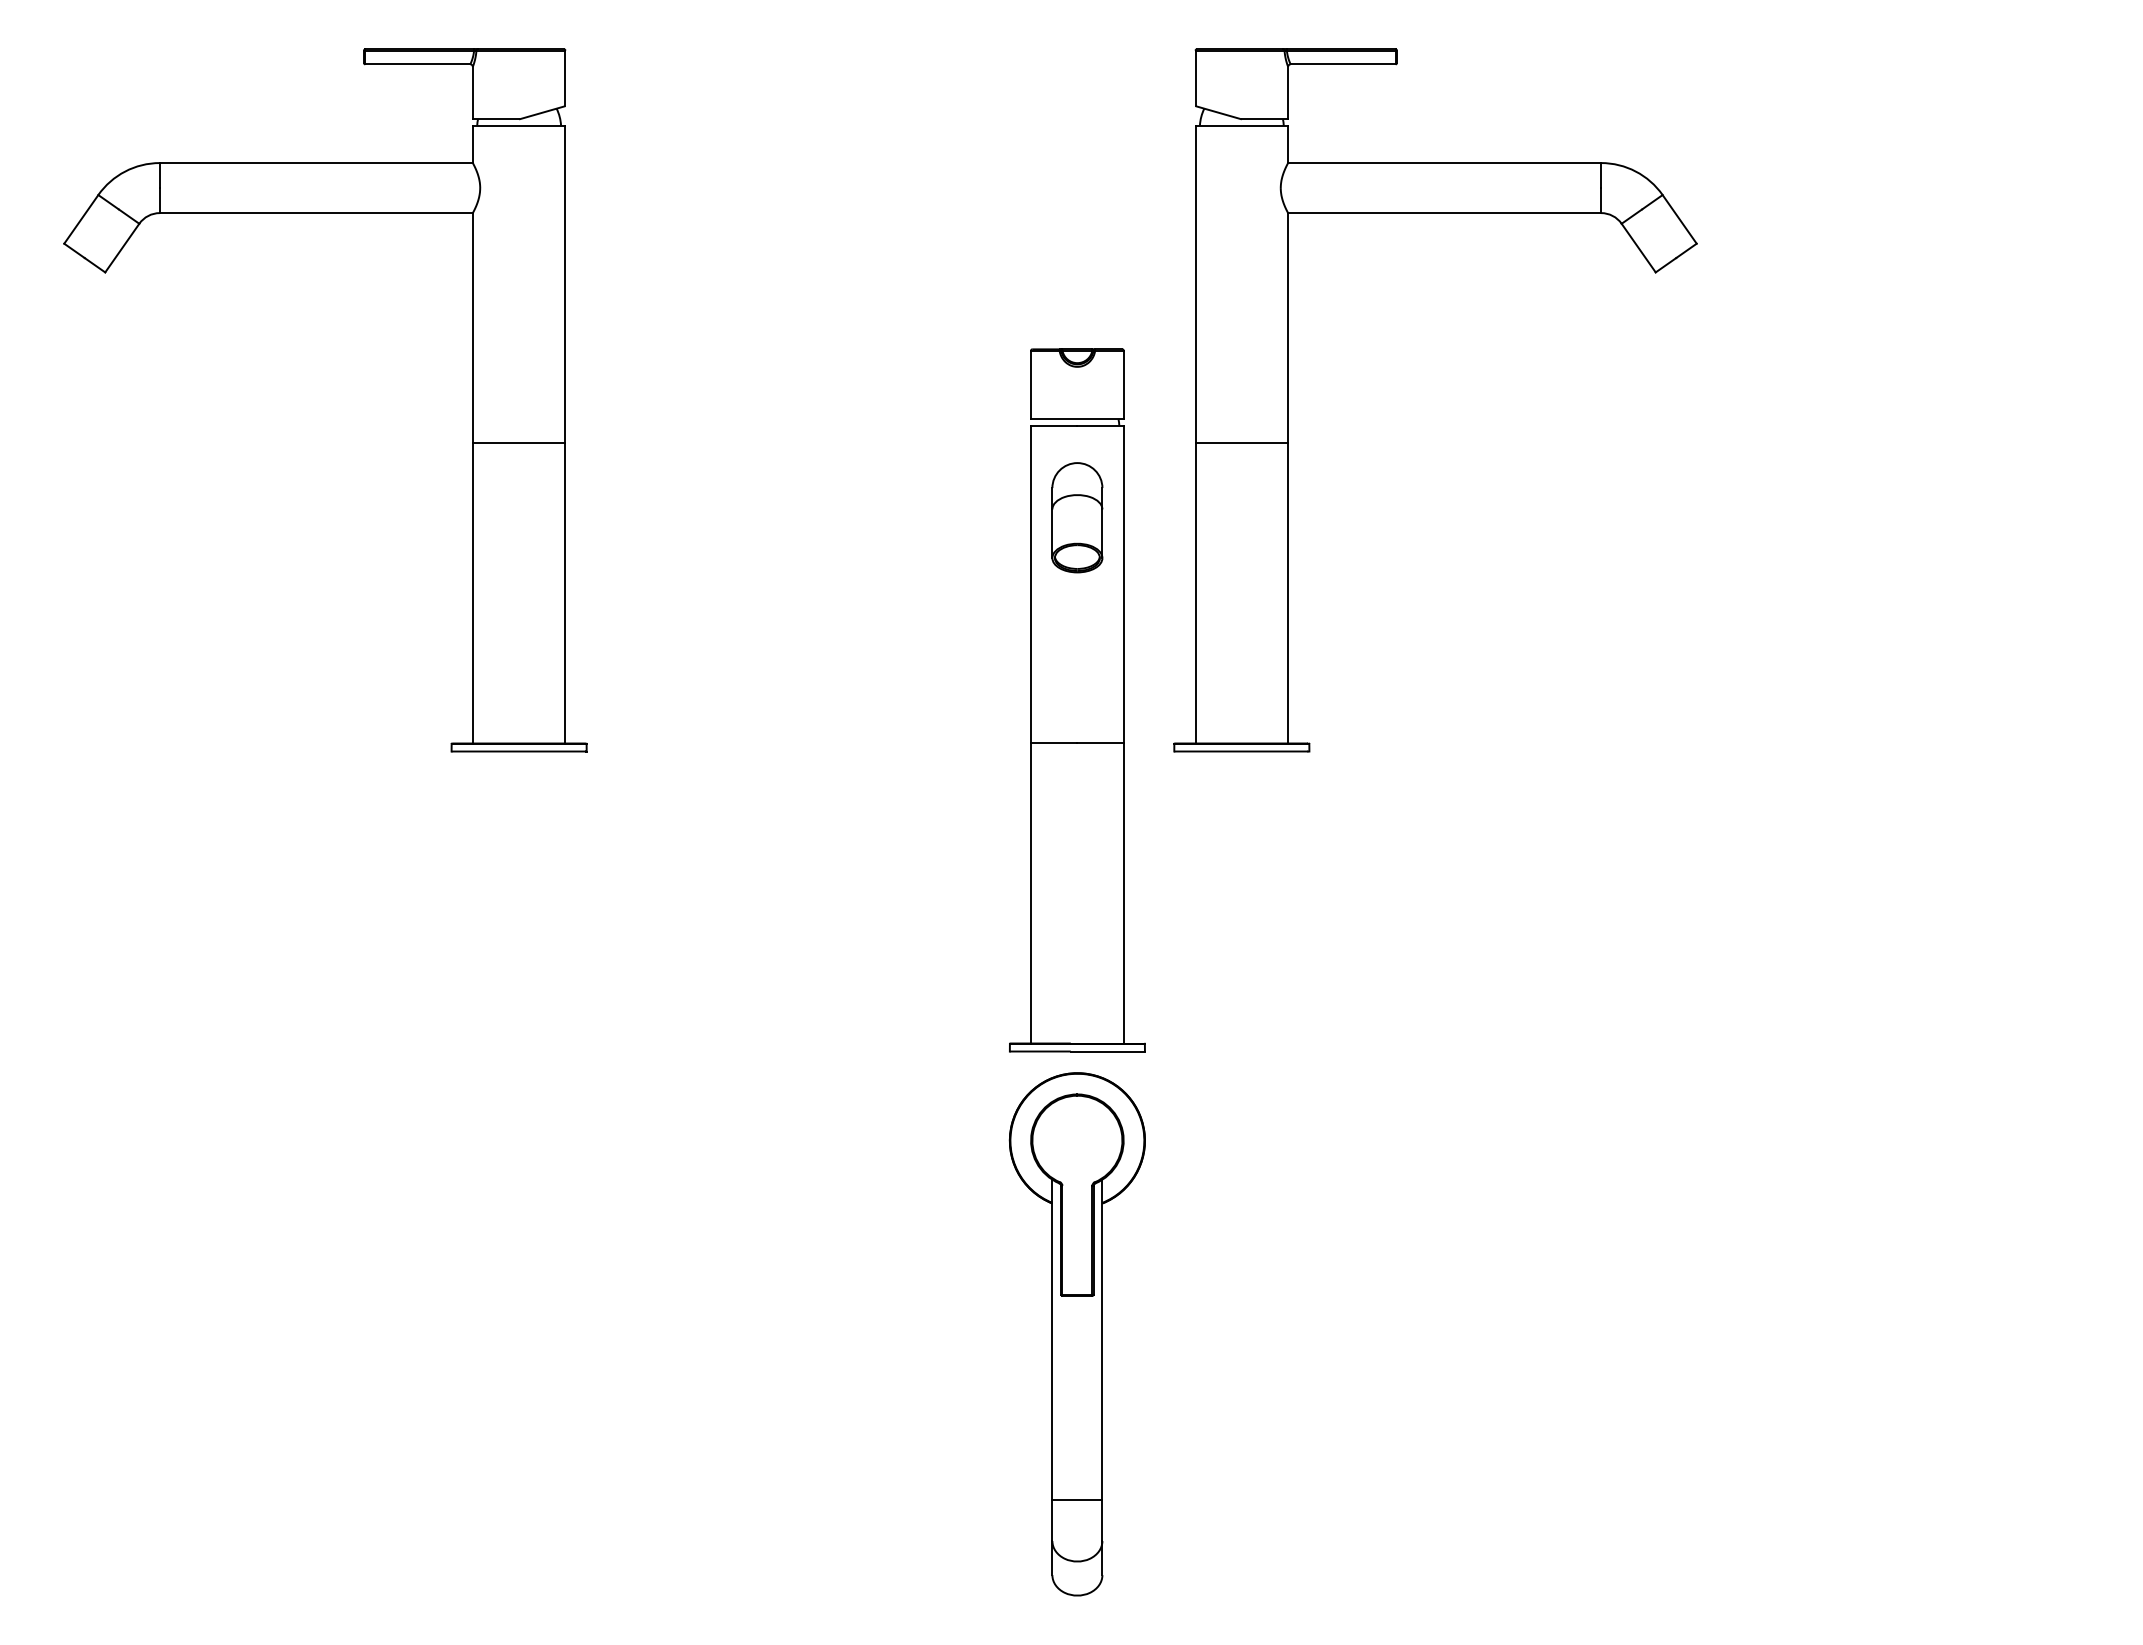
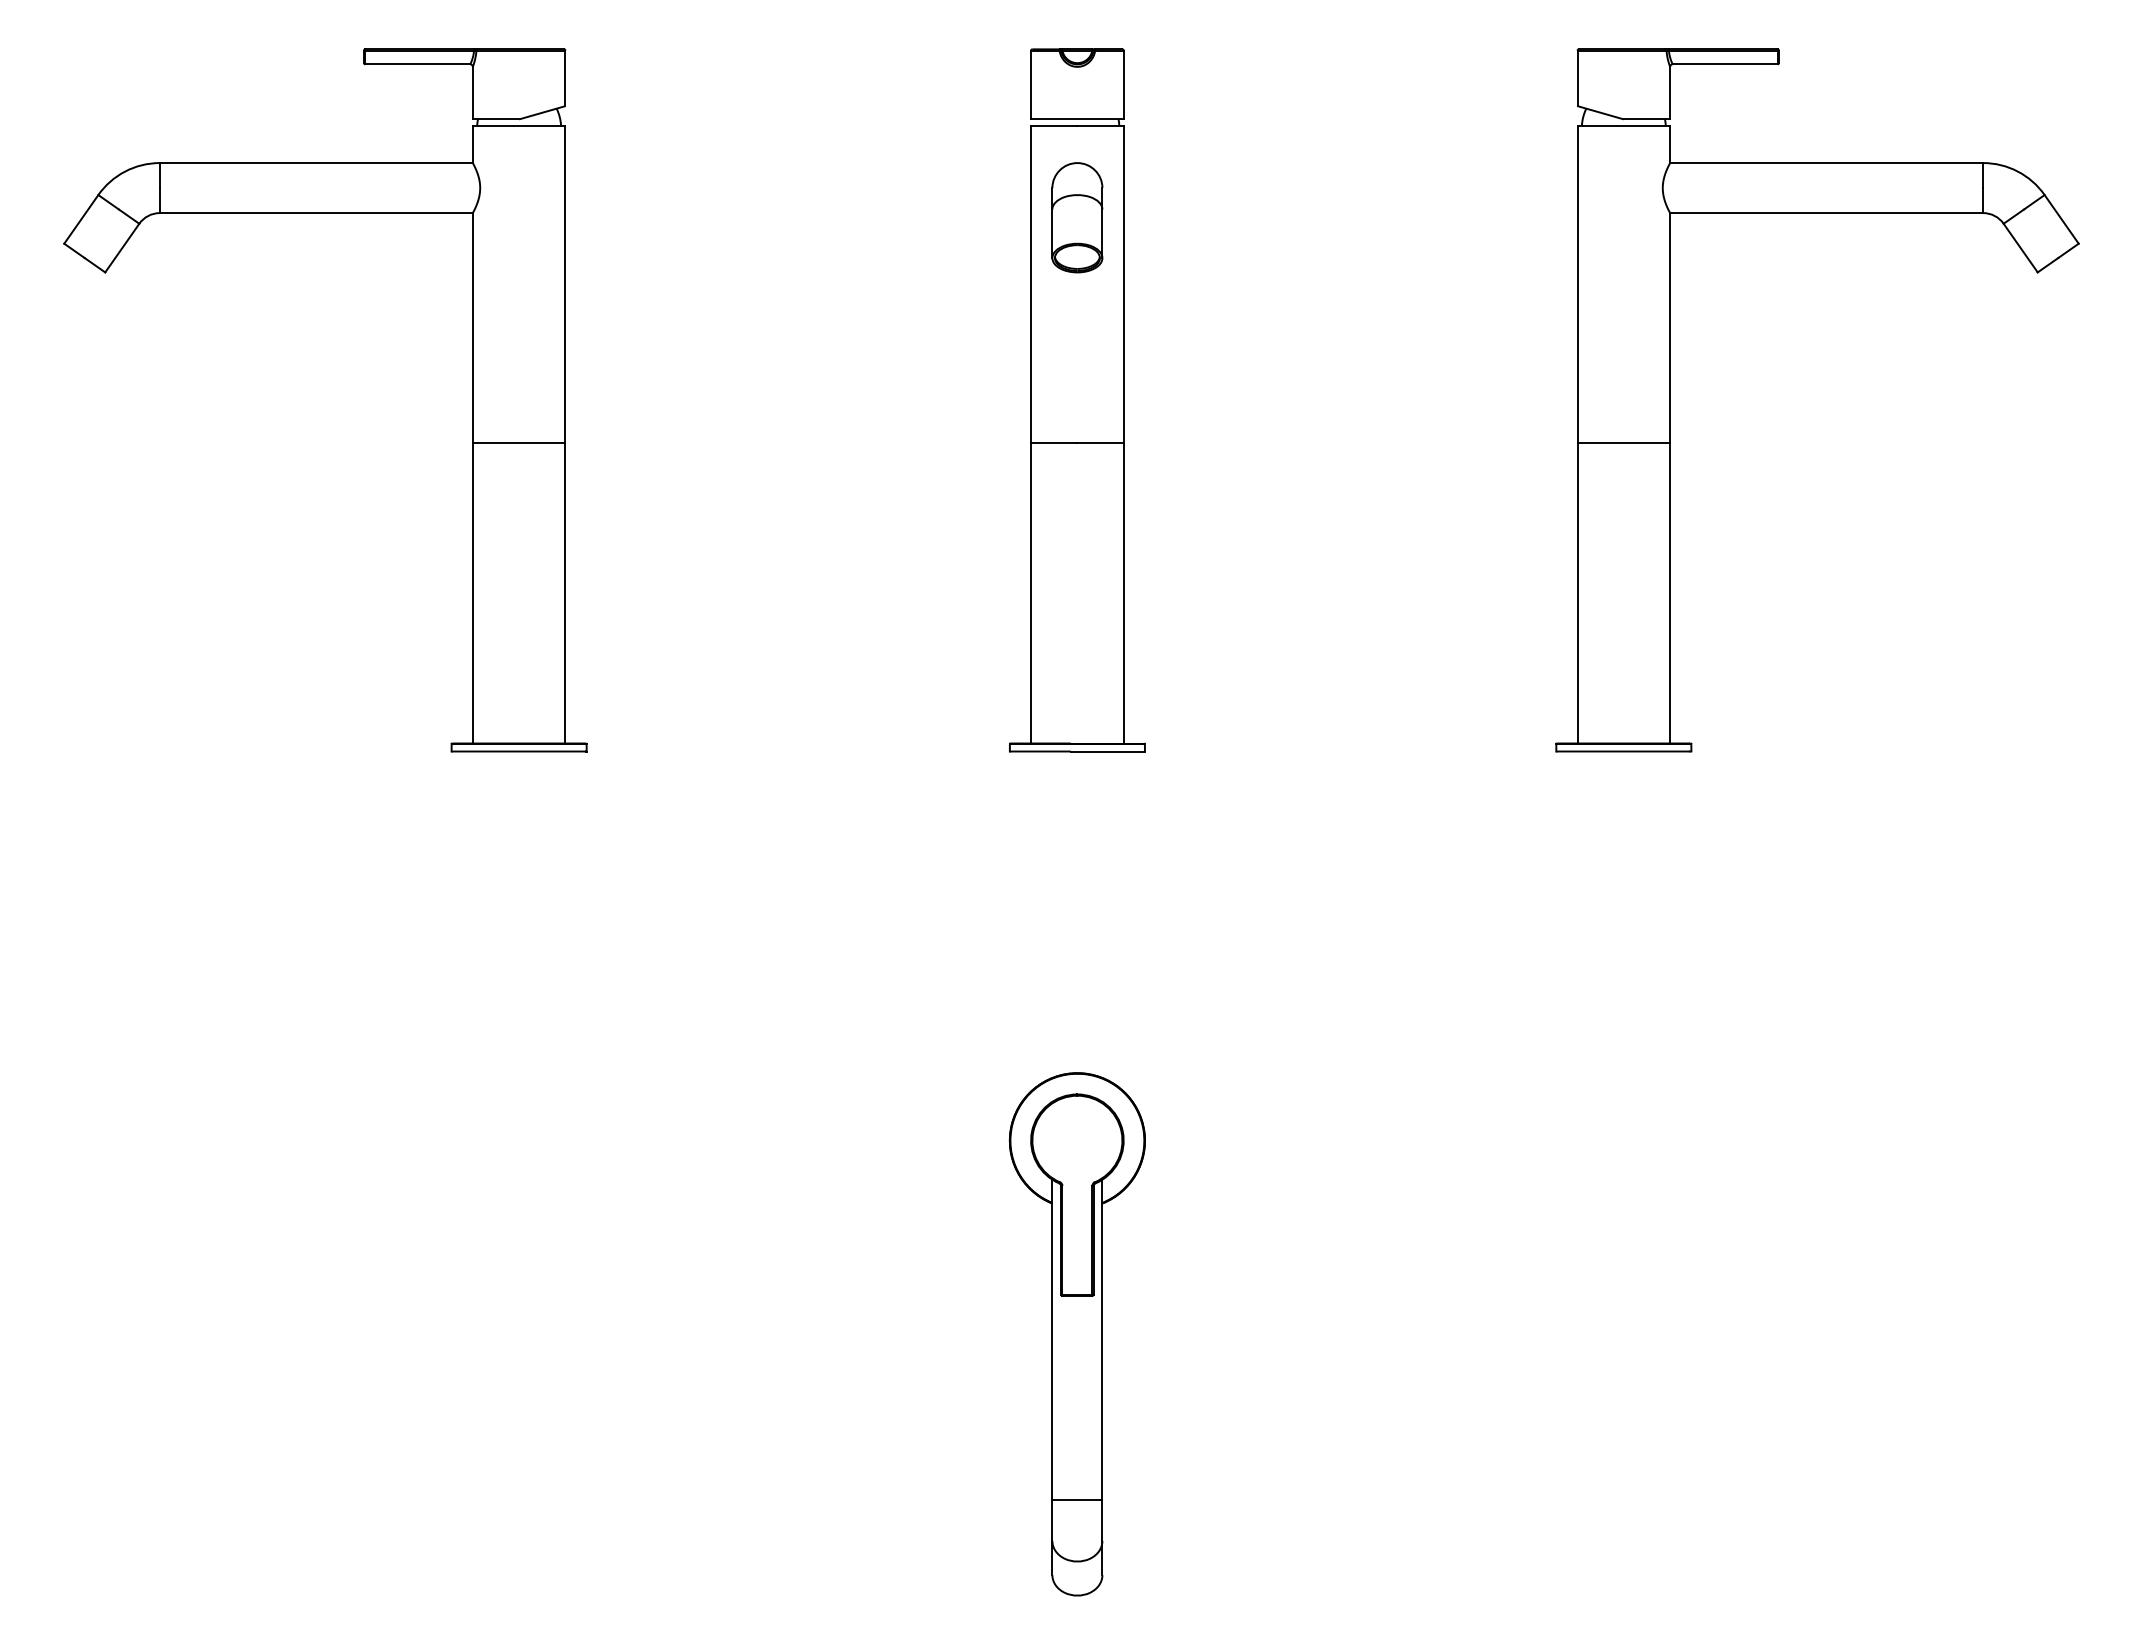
part at (1288, 400) position: (1288, 400) -> (1670, 400)
part at (1077, 700) position: (1077, 700) -> (1077, 400)
